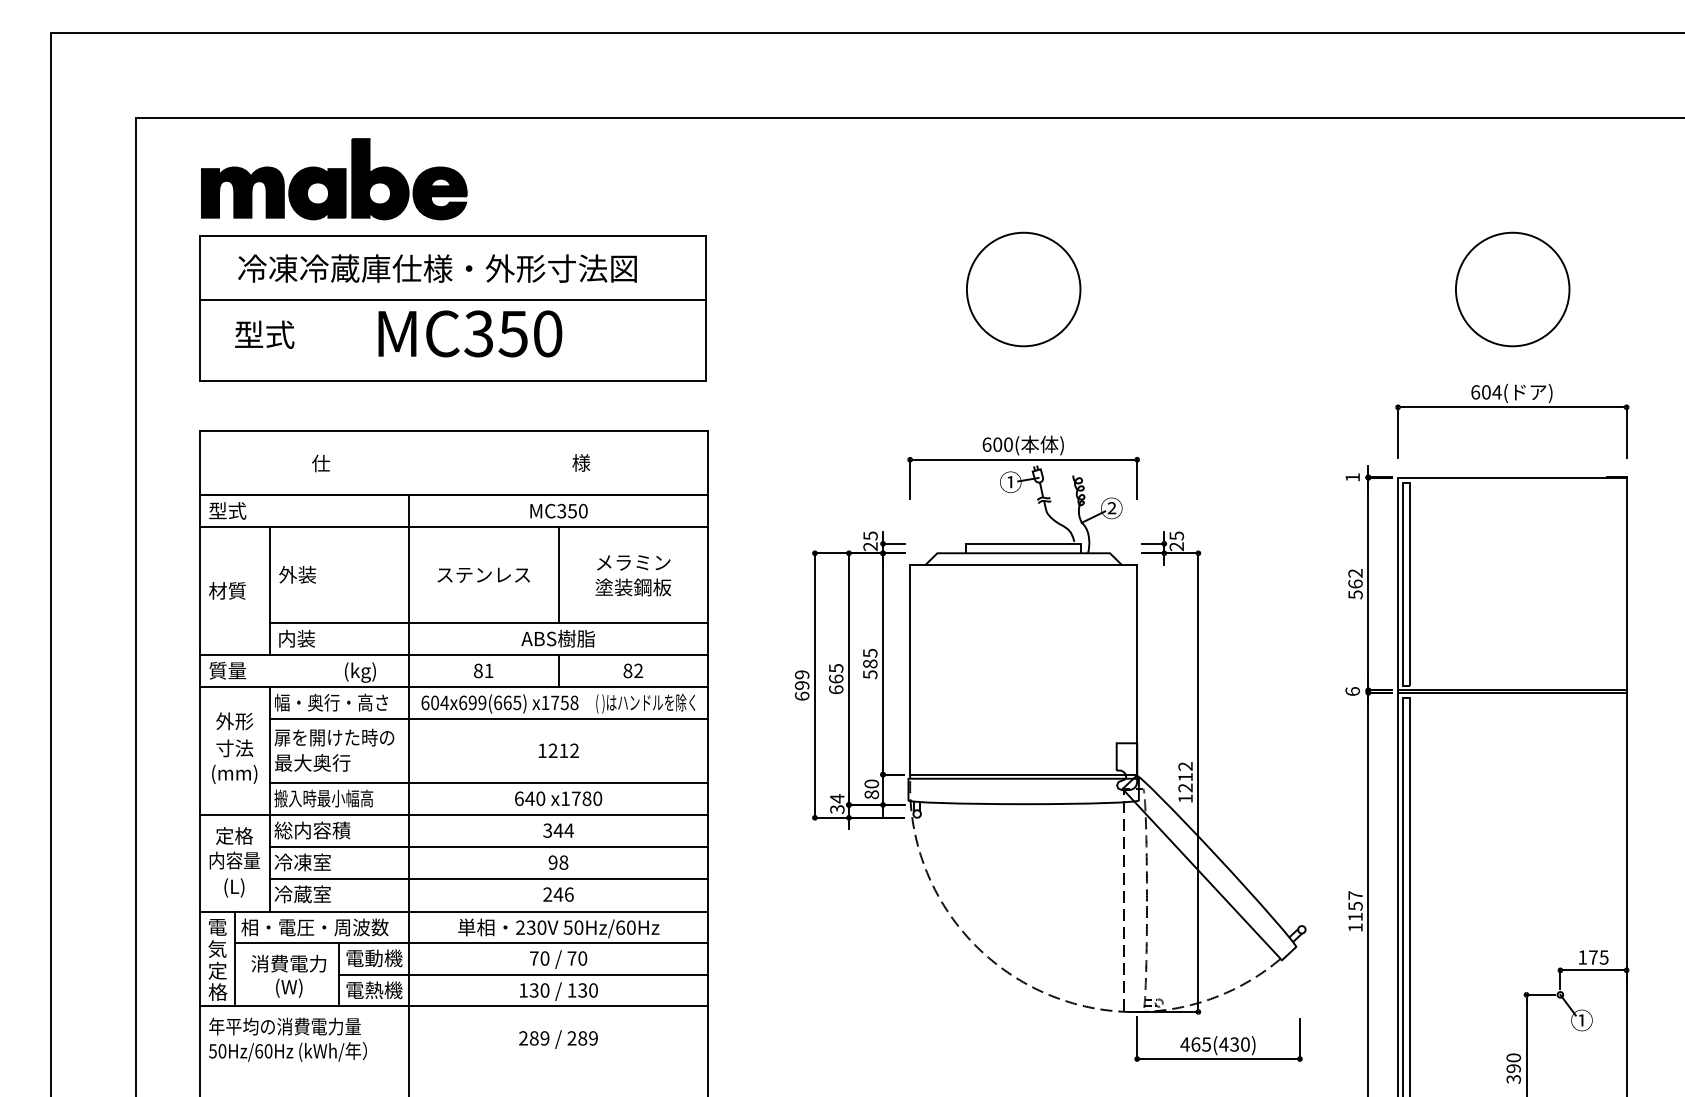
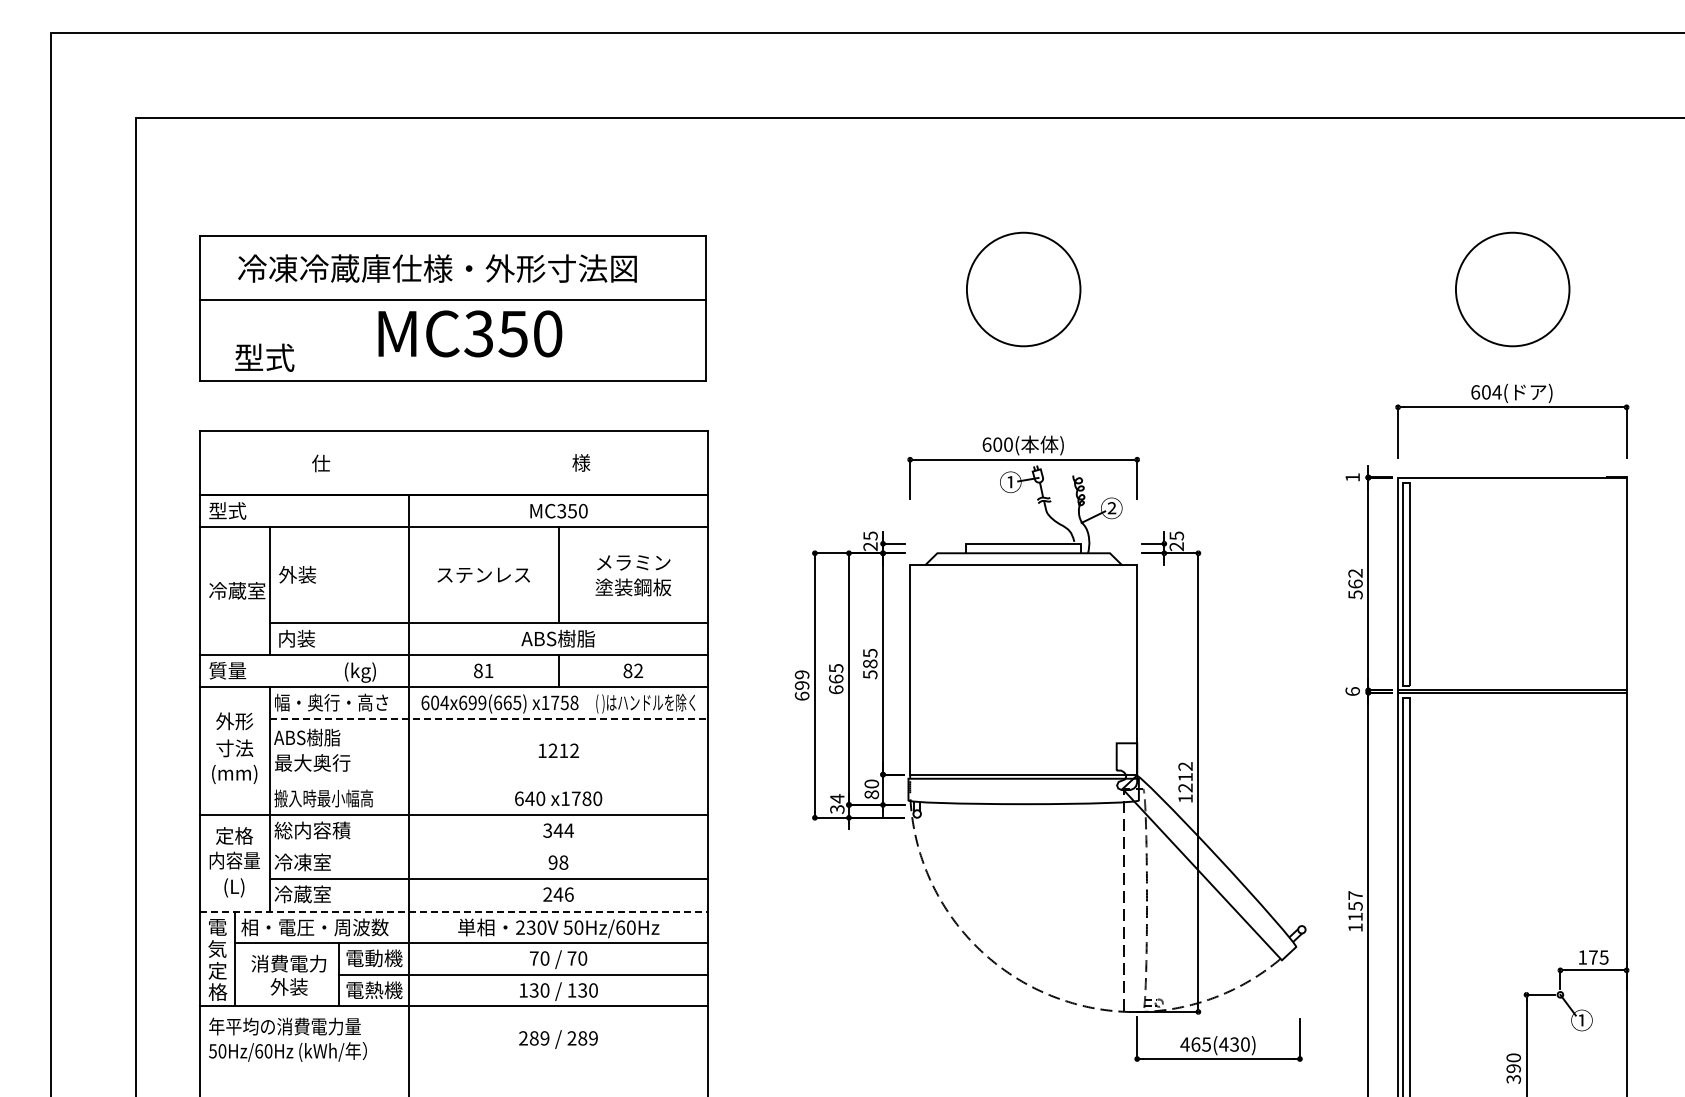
part at (334, 179): present -> none
text at (264, 334) position: (264, 334) -> (264, 357)
text at (237, 590): 材質 -> 冷蔵室
line at (489, 718): solid -> dashed
text at (334, 737): 扉を開けた時の -> ABS樹脂
line at (488, 782): present -> none
line at (488, 846): present -> none
line at (454, 911): solid -> dashed
text at (288, 987): (W) -> 外装
